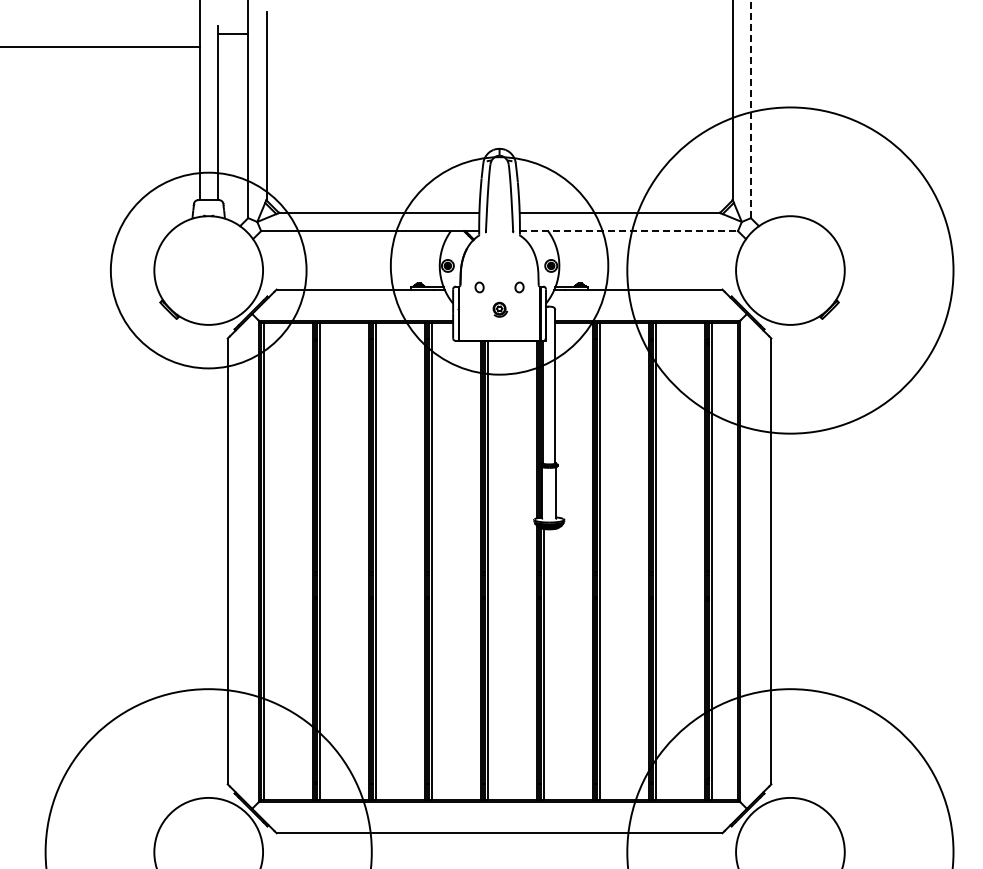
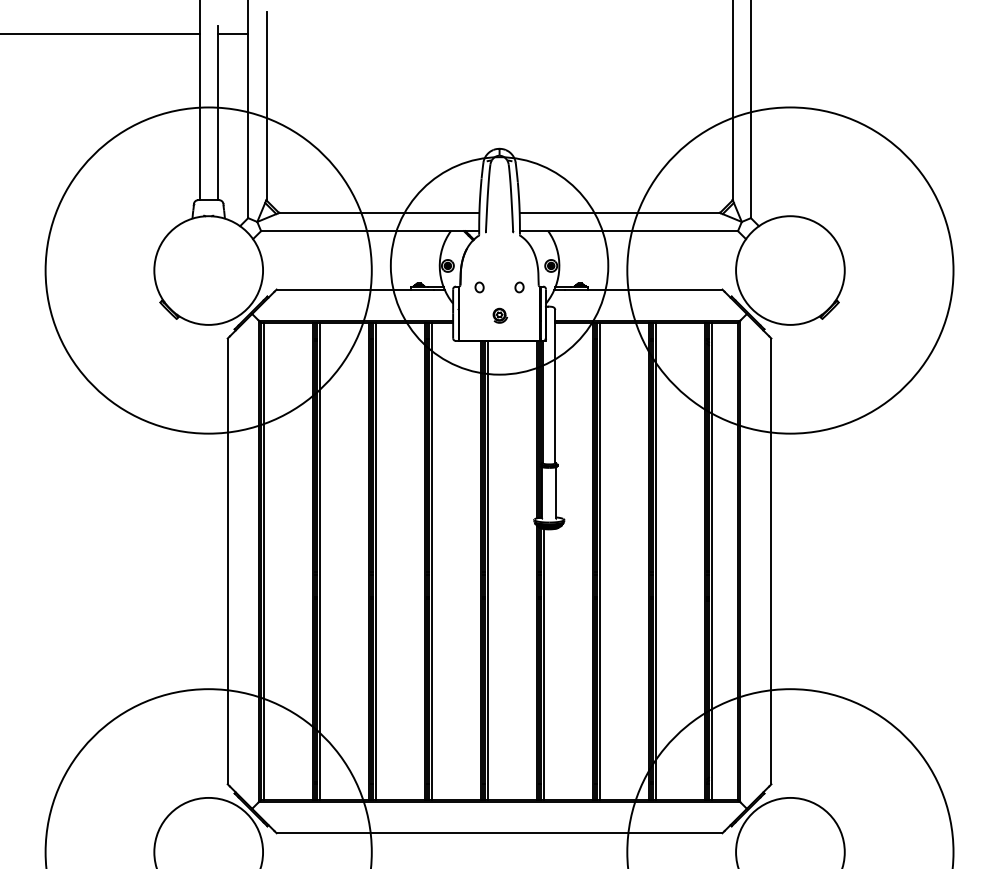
line at (100, 46) position: (100, 46) -> (100, 33)
line at (750, 109): dashed -> solid
line at (629, 231): dashed -> solid
circle at (208, 270) diameter: 196 px -> 326 px
part at (499, 309) position: (499, 309) -> (499, 315)
